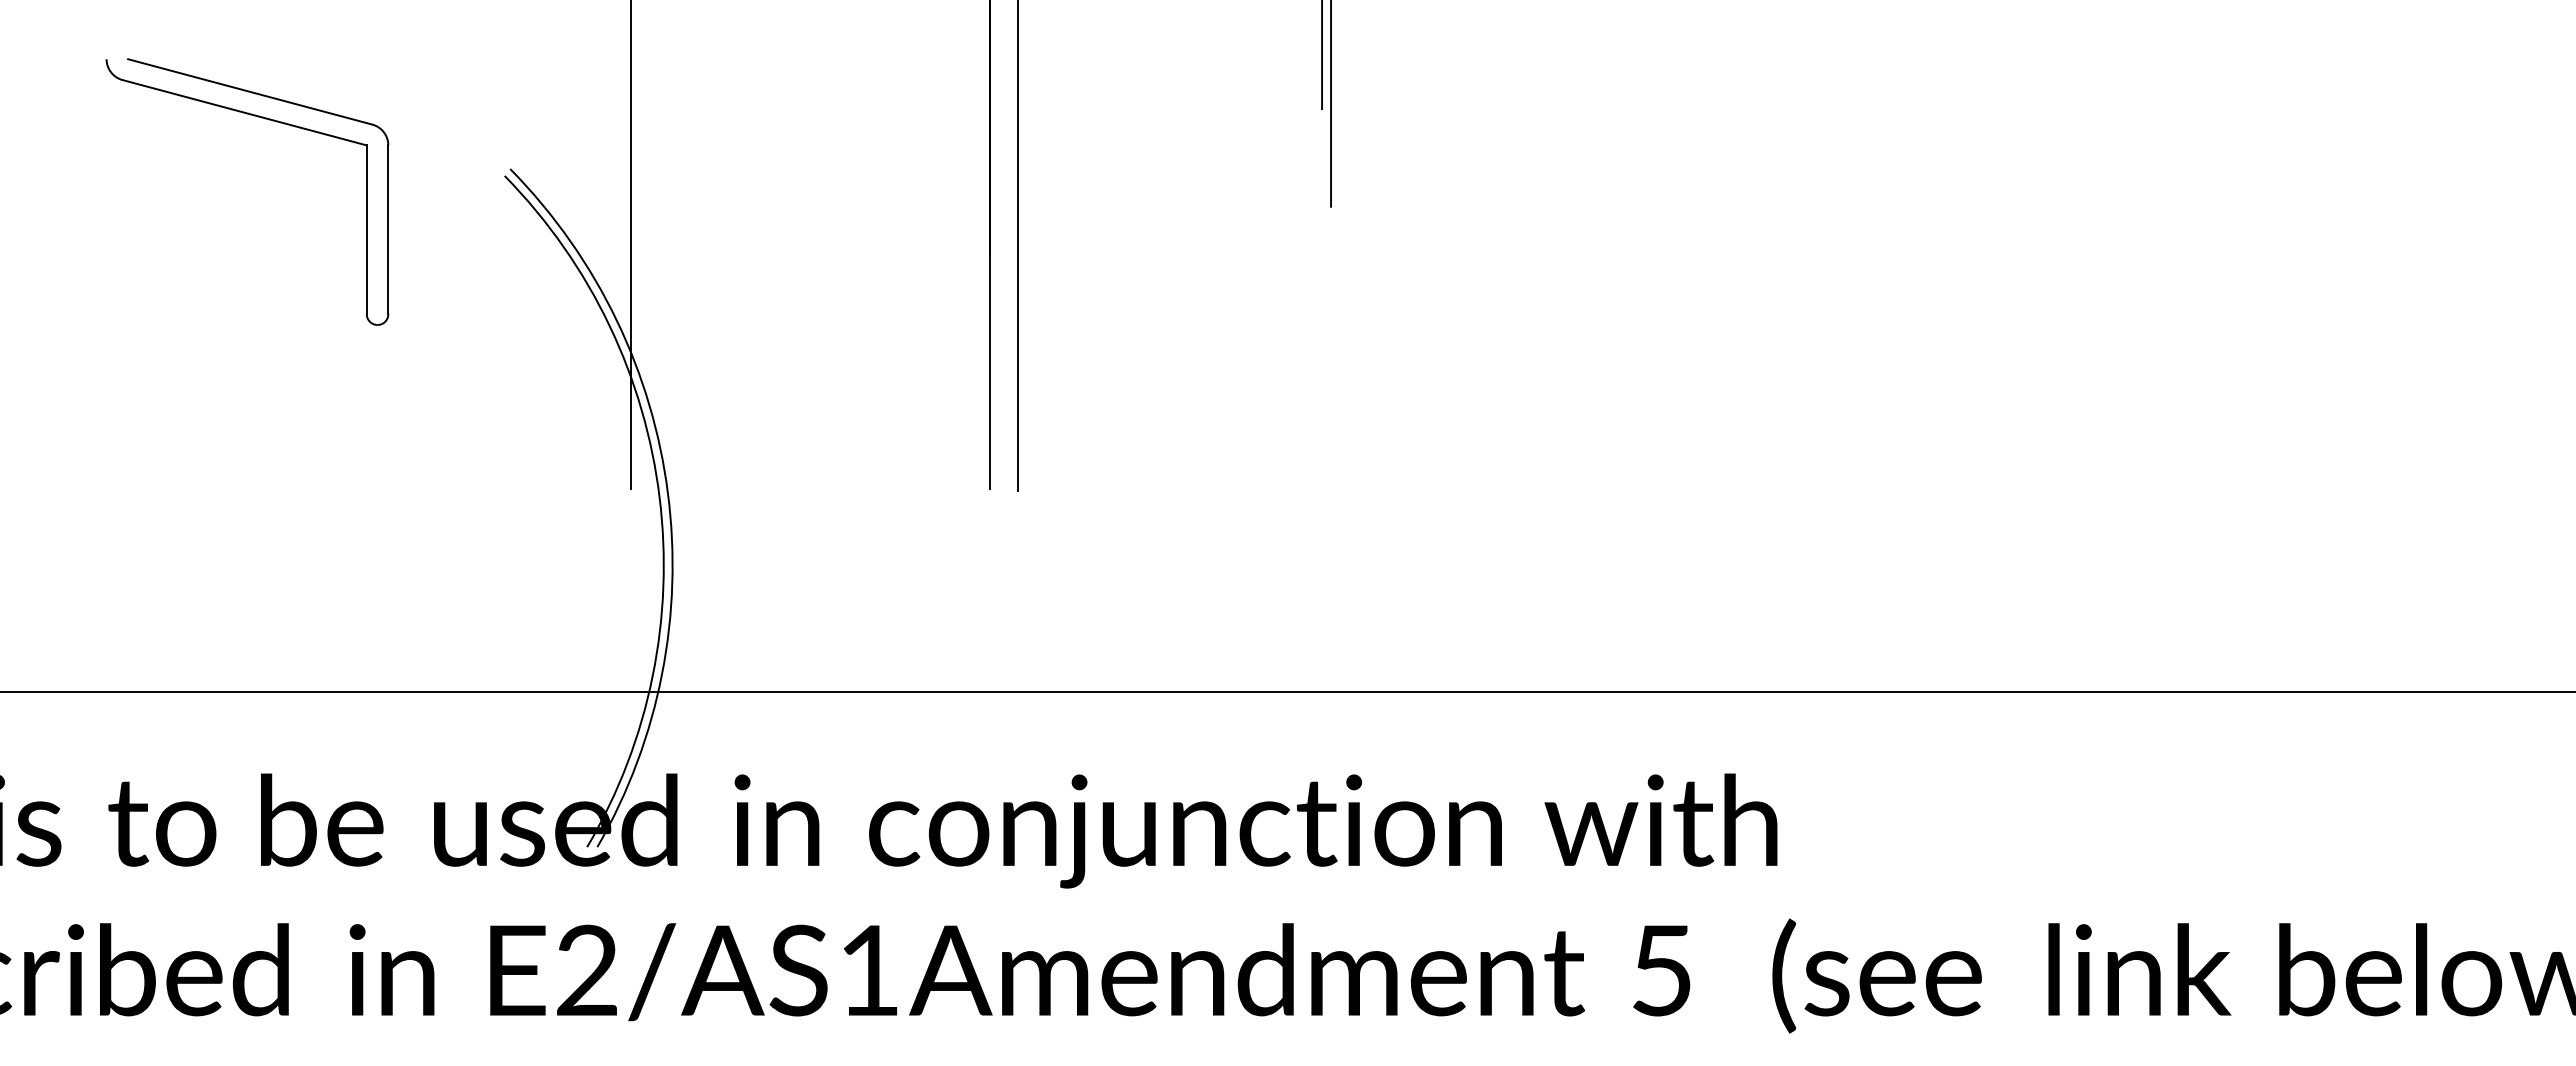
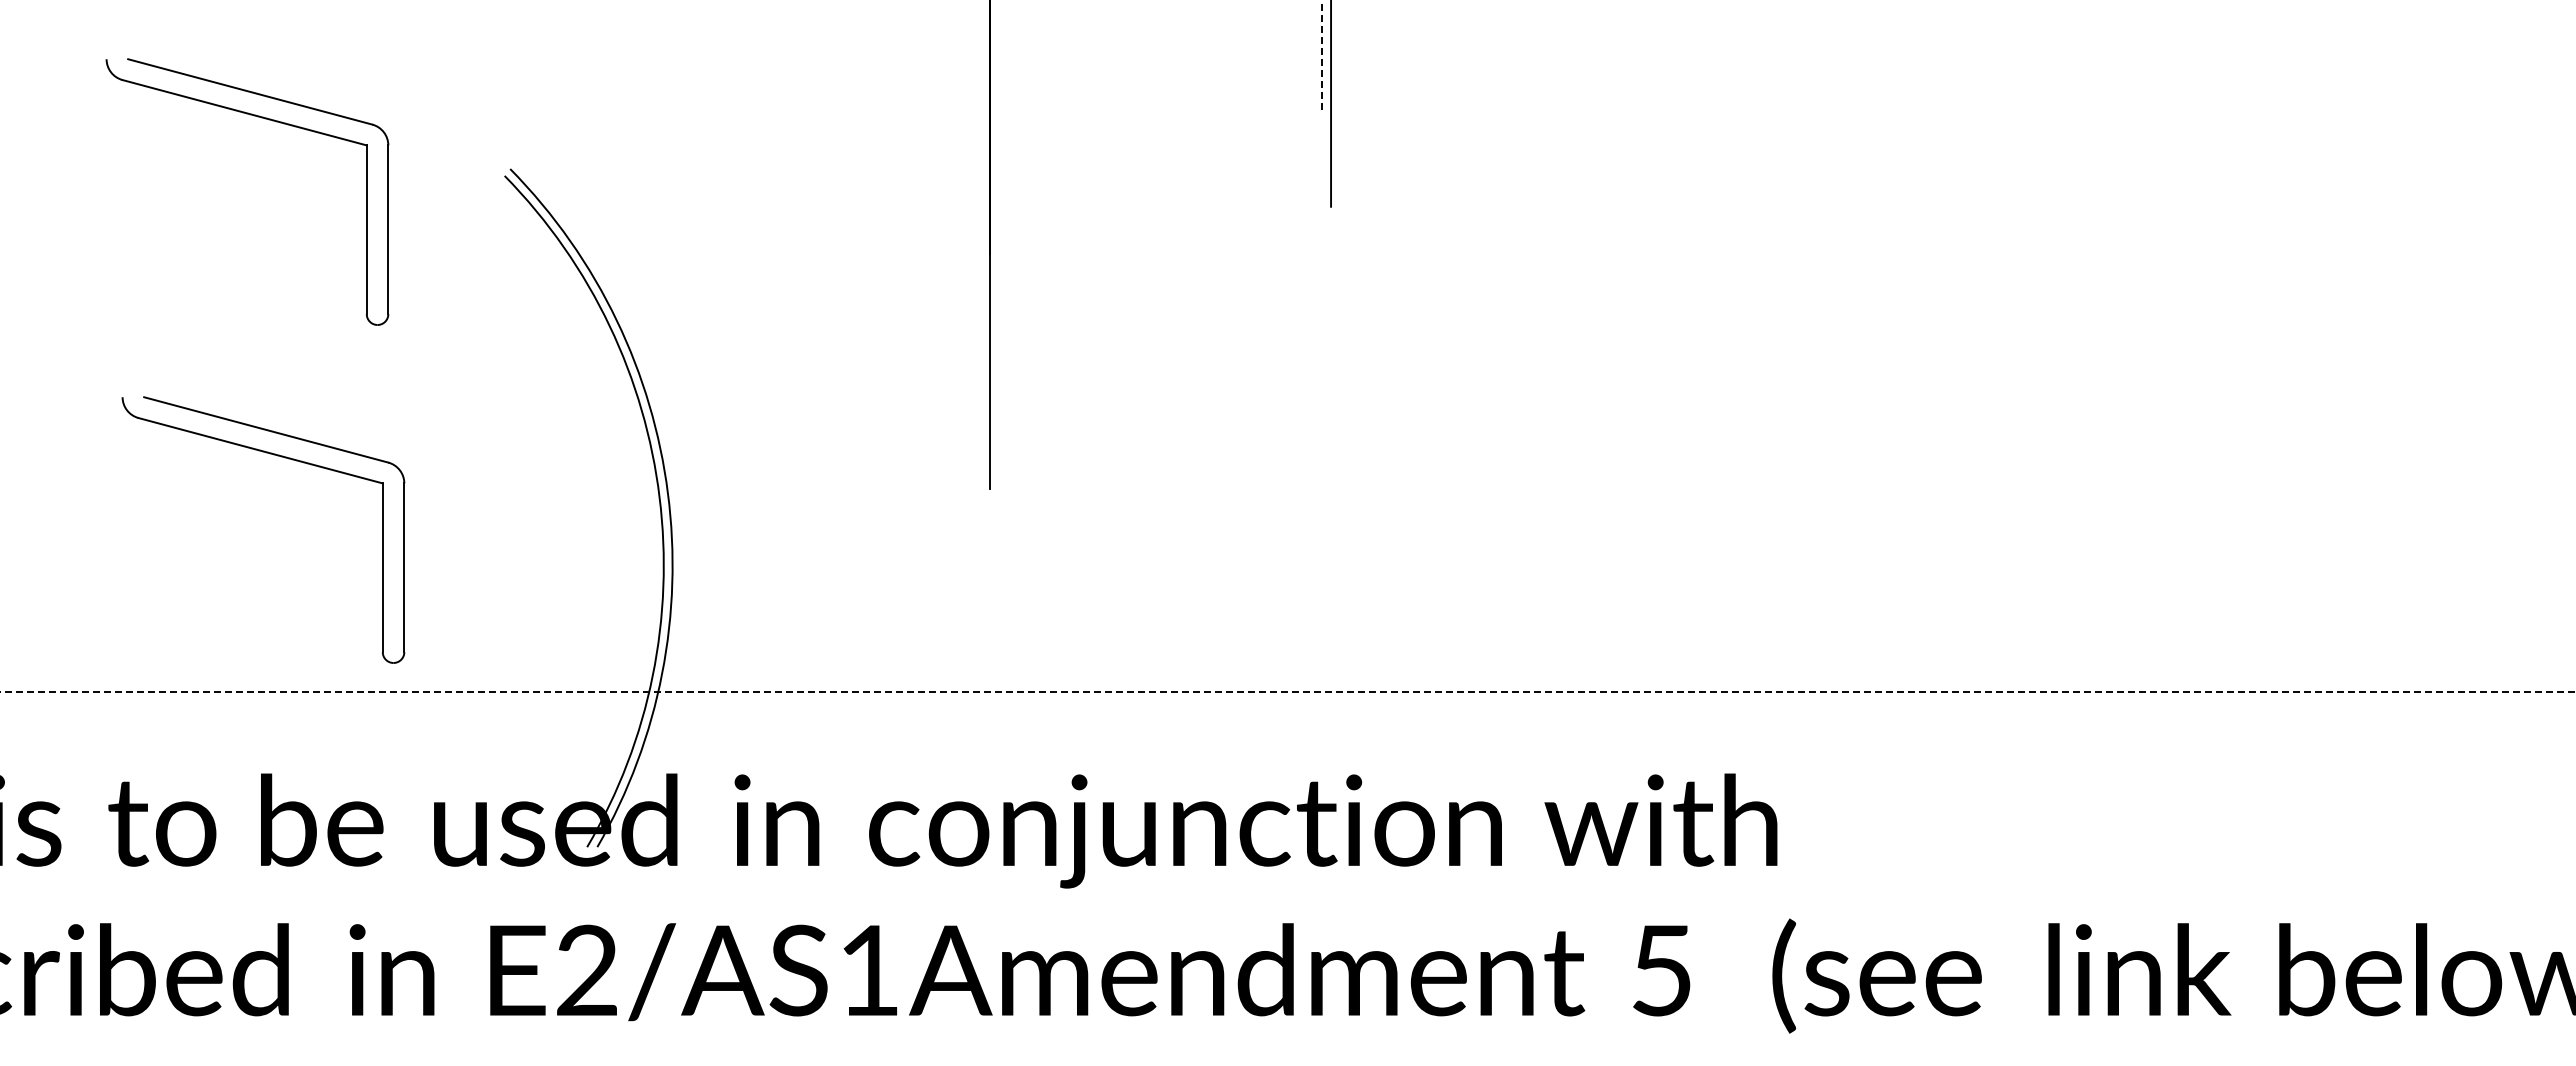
line at (1322, 55): solid -> dashed
line at (631, 245): present -> none
line at (1017, 246): present -> none
part at (281, 457): none -> present
line at (1287, 692): solid -> dashed
